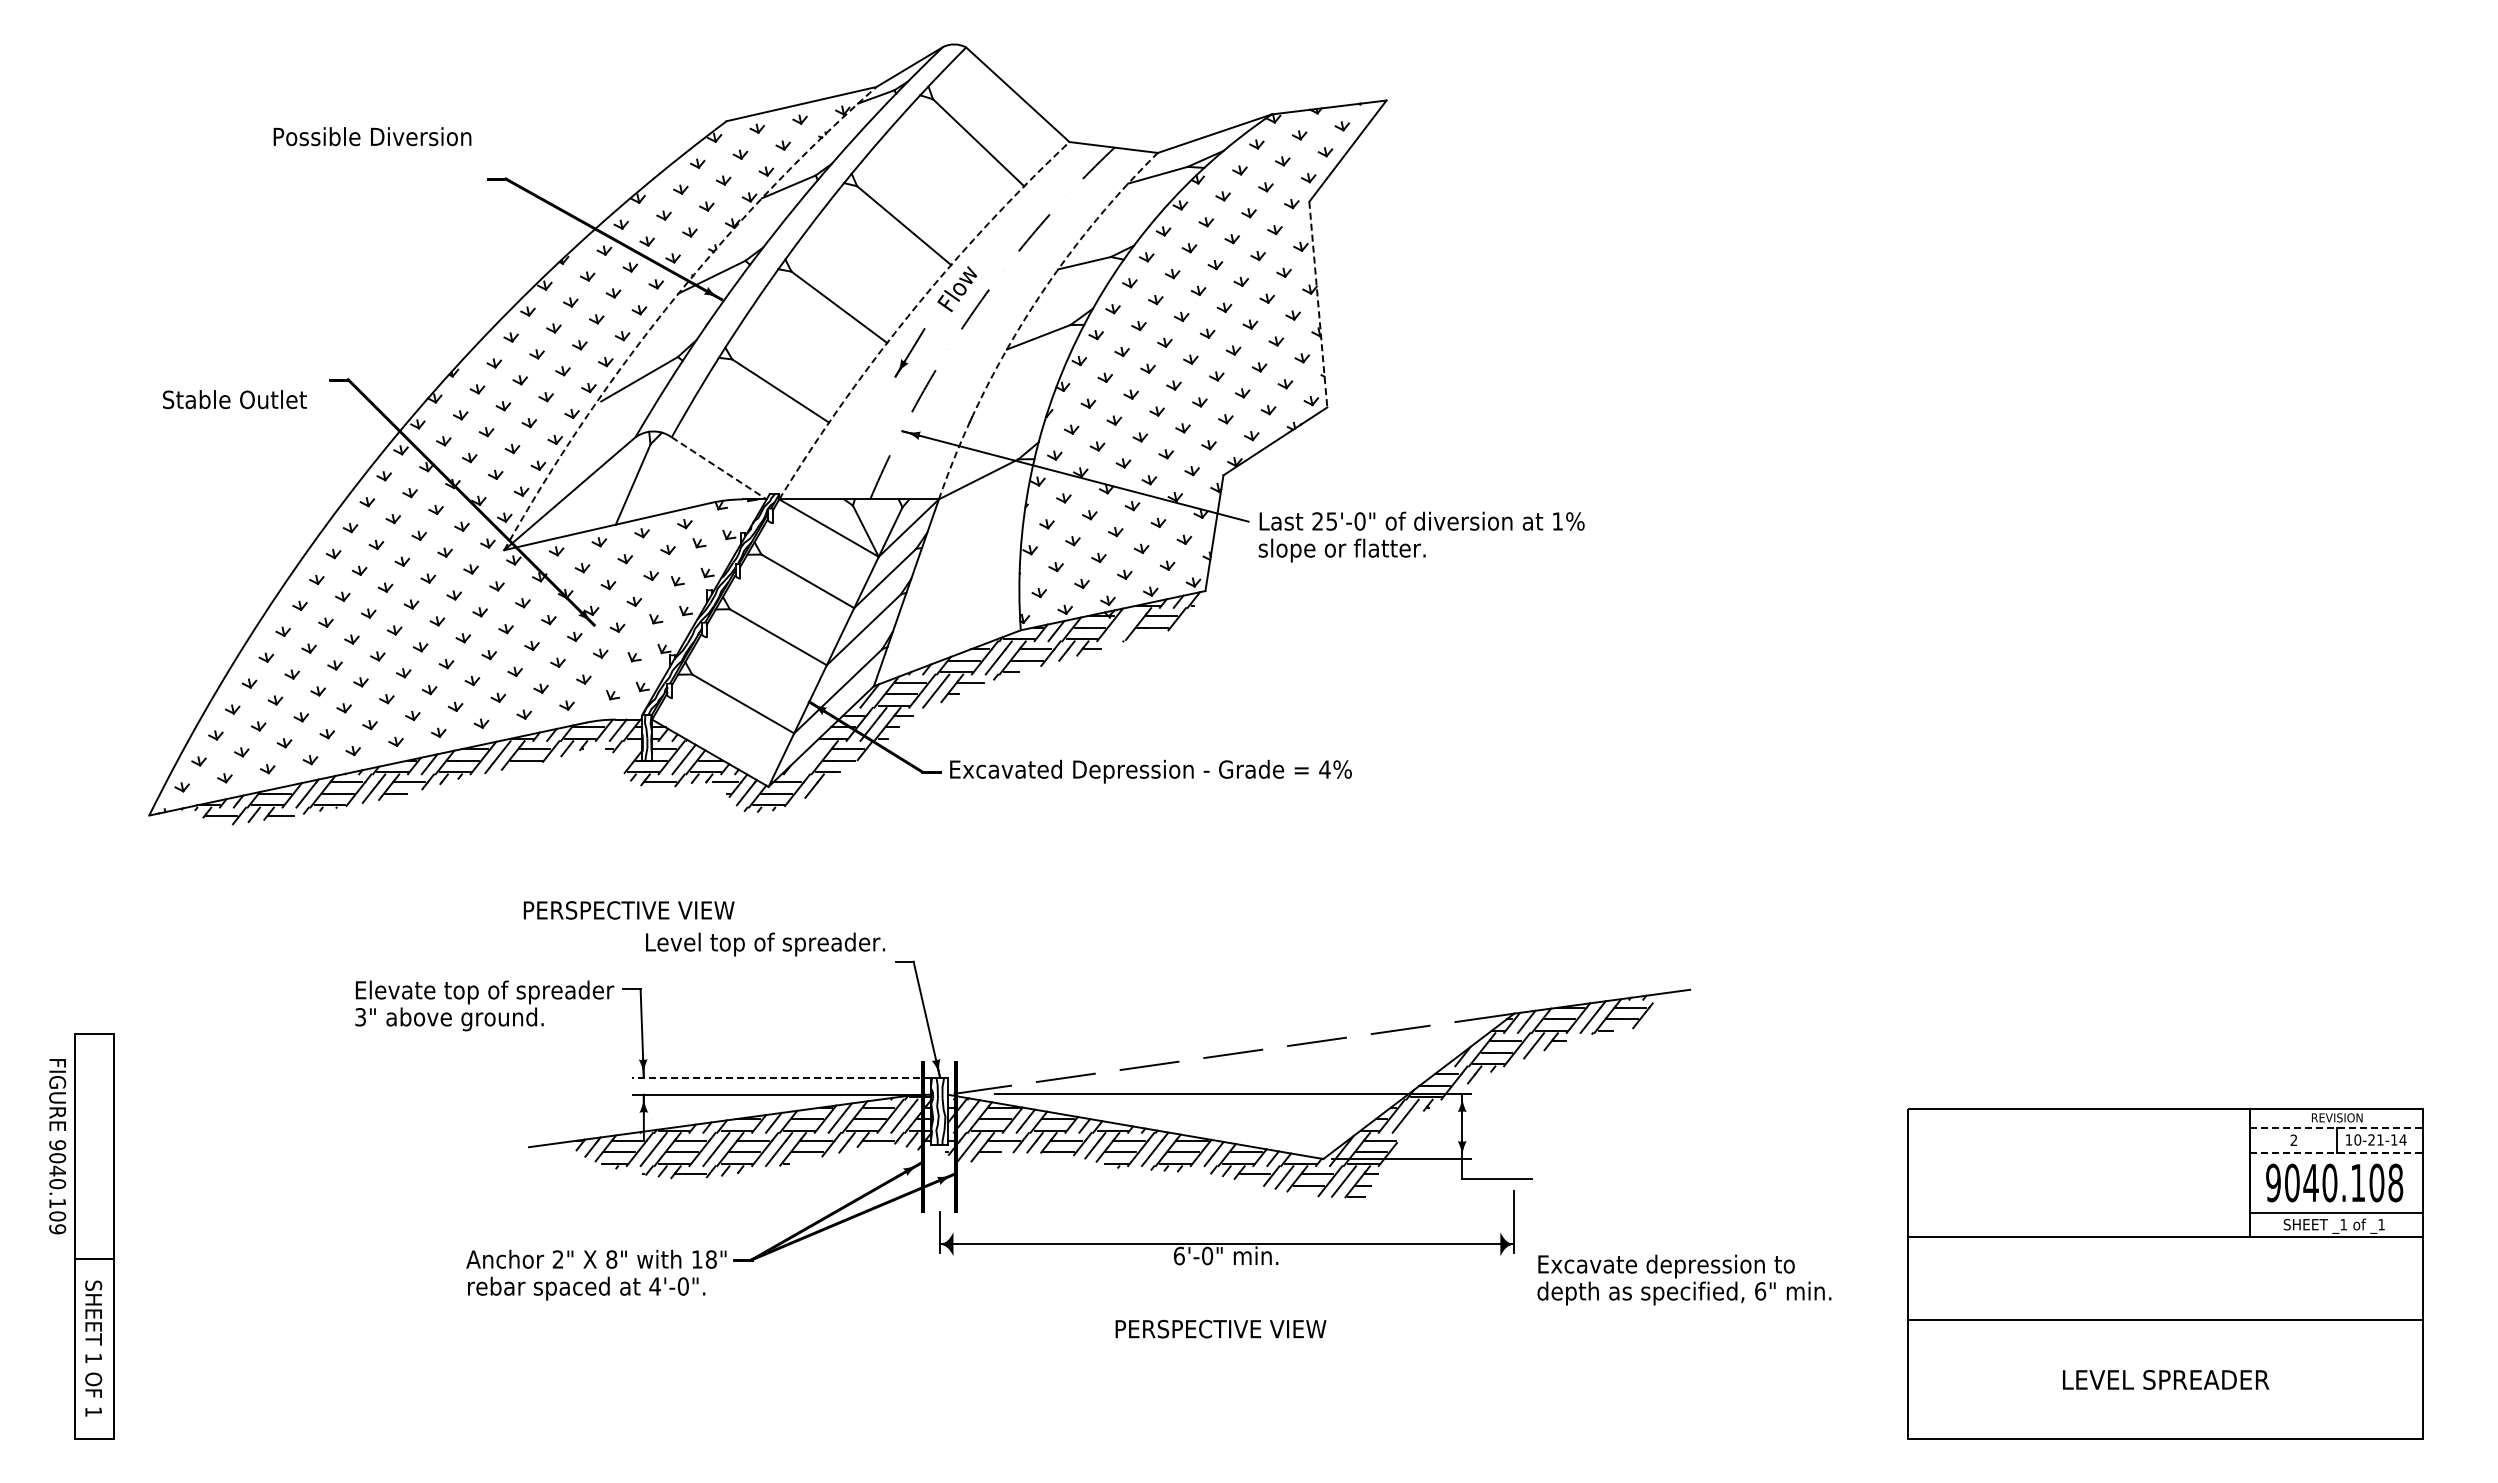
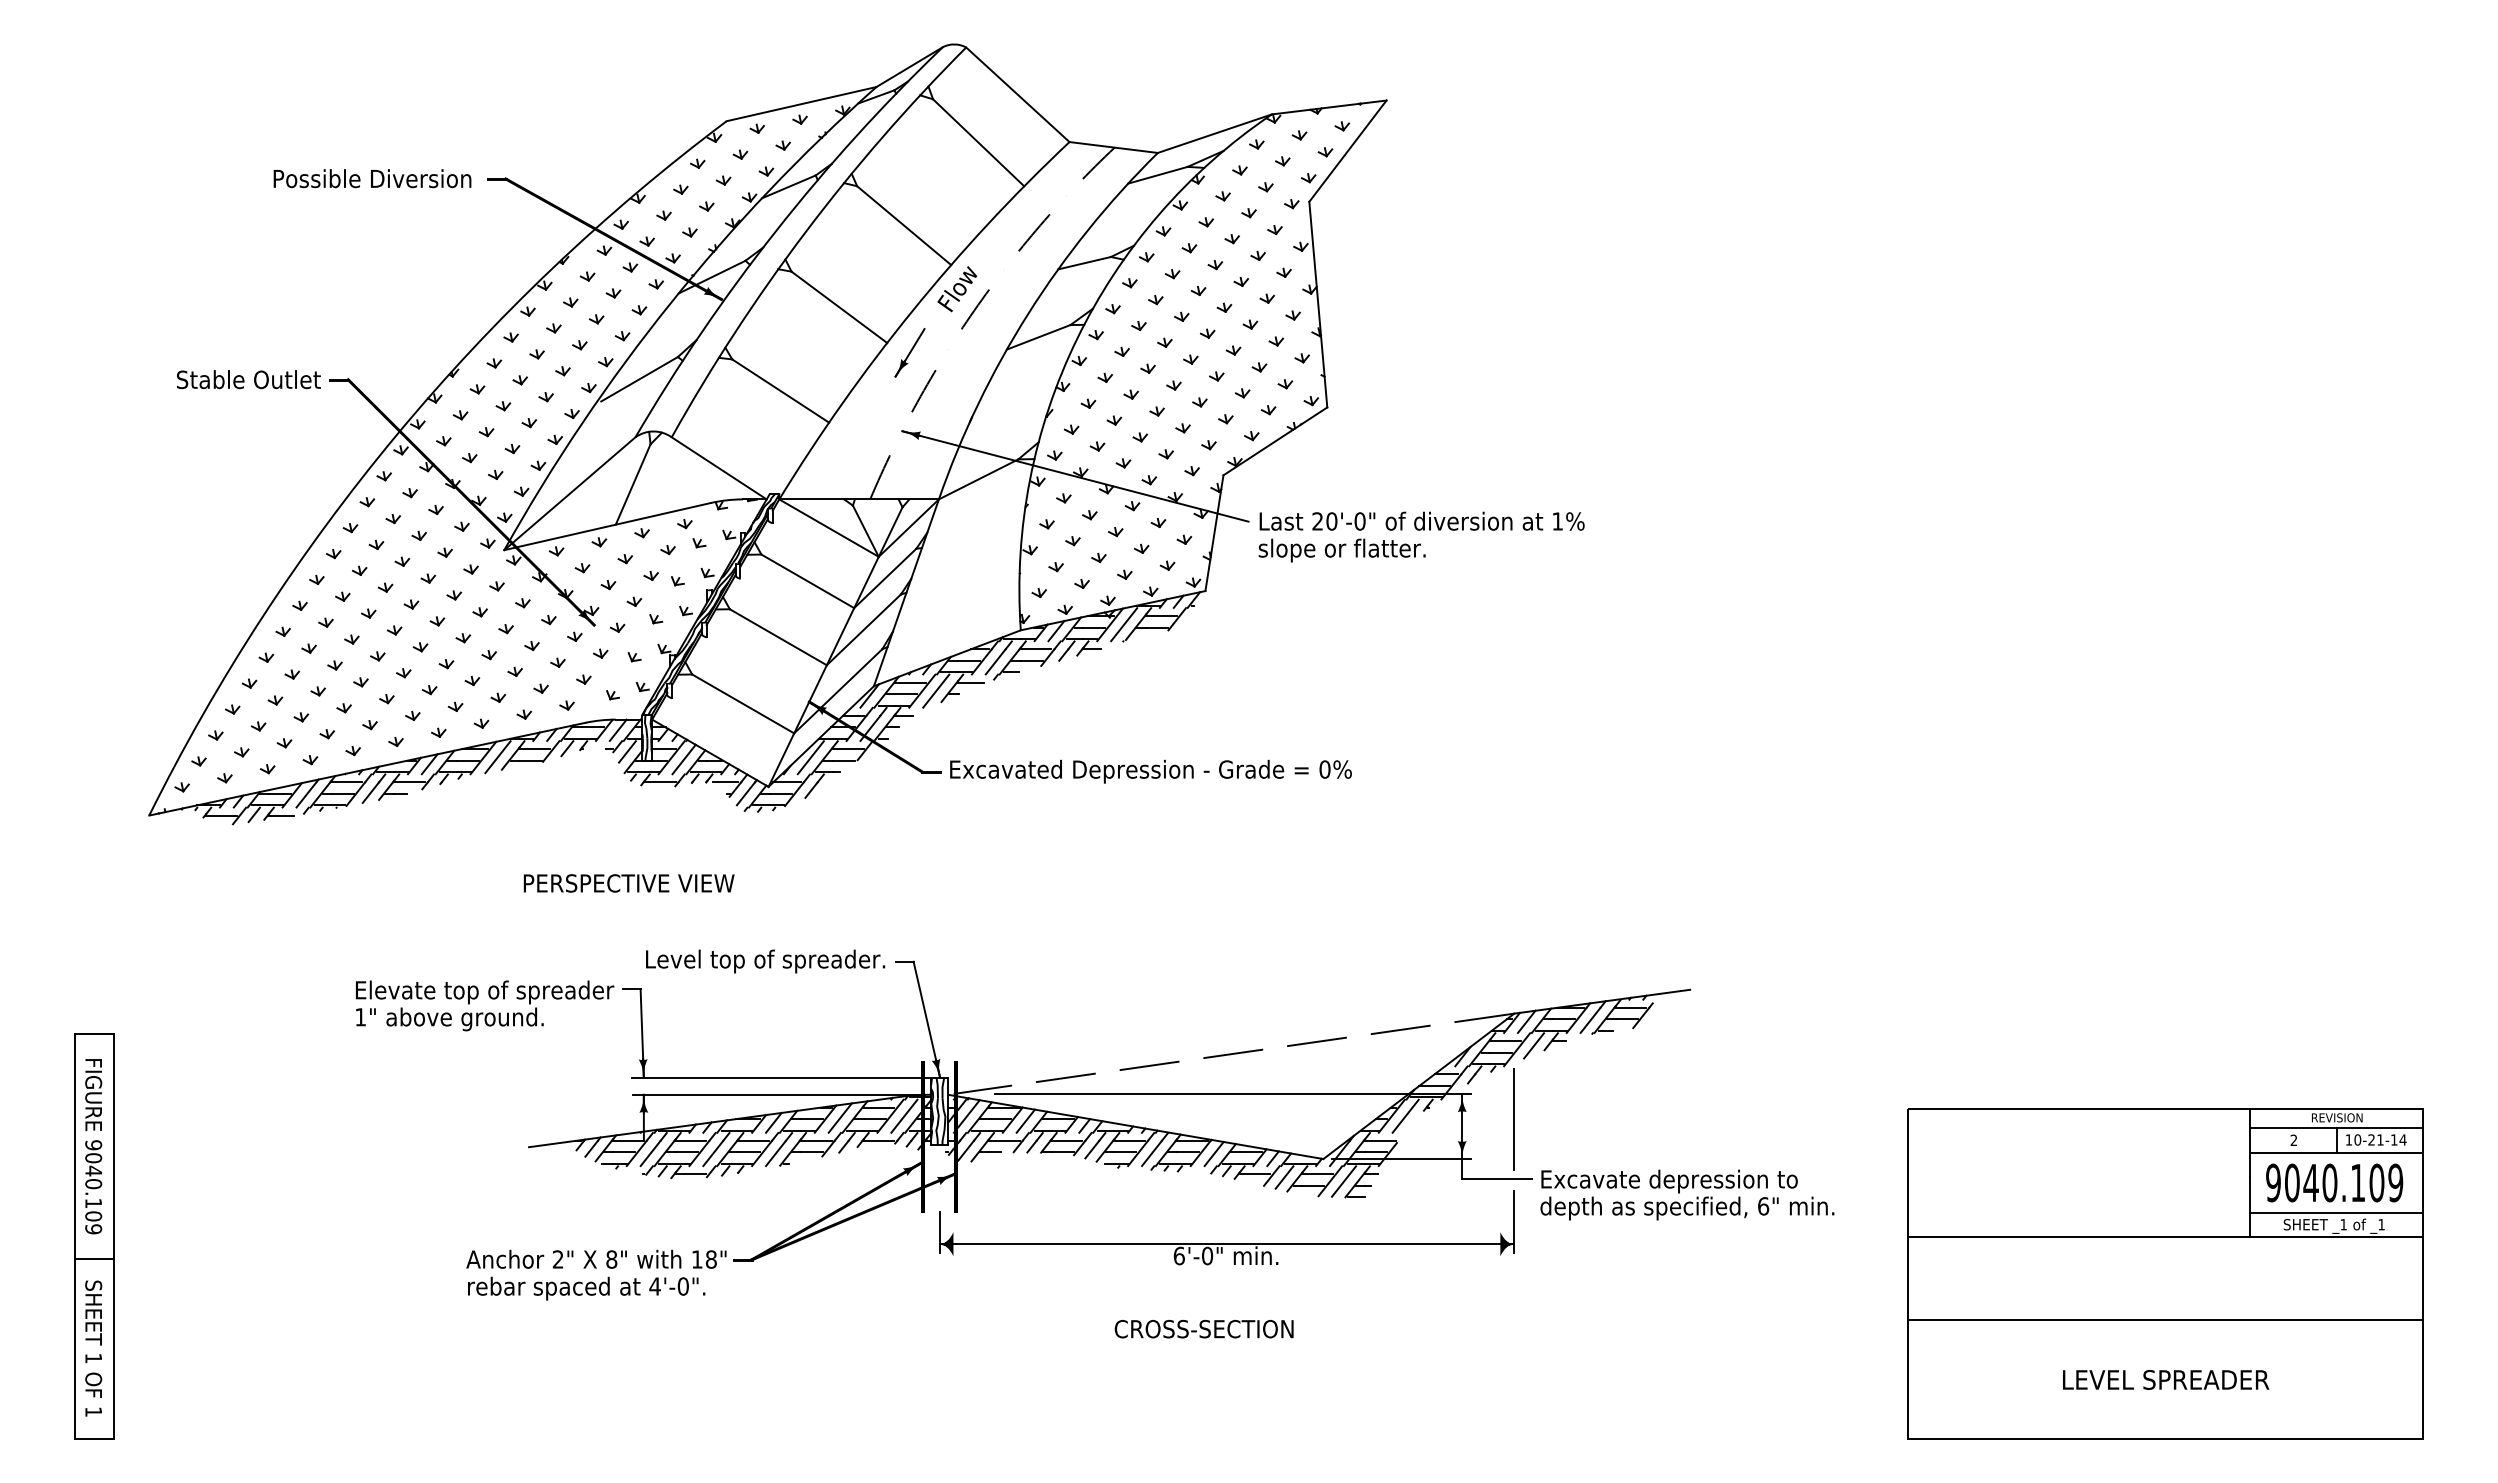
text at (372, 136) position: (372, 136) -> (372, 178)
arc at (670, 302): dashed -> solid
line at (1318, 305): dashed -> solid
arc at (912, 311): dashed -> solid
arc at (1028, 313): dashed -> solid
text at (234, 399) position: (234, 399) -> (248, 379)
line at (719, 468): dashed -> solid
text at (1331, 521): 25'-0" -> 20'-0"
line at (1124, 624): none -> present
line at (627, 751): none -> present
line at (810, 757): none -> present
text at (1324, 769): 4% -> 0%
text at (628, 910) position: (628, 910) -> (628, 883)
text at (765, 944) position: (765, 944) -> (765, 961)
text at (360, 1017): 3" -> 1"
line at (781, 1077): dashed -> solid
line at (1513, 1119): none -> present
line at (2337, 1127): dashed -> solid
text at (57, 1146) position: (57, 1146) -> (93, 1146)
line at (2337, 1152): dashed -> solid
text at (2395, 1182): 9040.108 -> 9040.109
text at (1684, 1279) position: (1684, 1279) -> (1687, 1194)
text at (1220, 1328): PERSPECTIVE VIEW -> CROSS-SECTION
